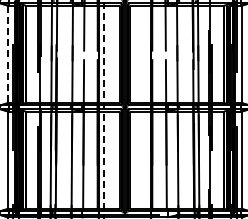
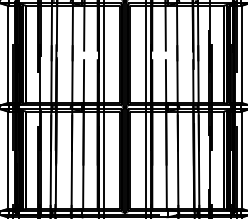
line at (7, 54): dashed -> solid
line at (145, 108): none -> present
line at (104, 109): dashed -> solid
